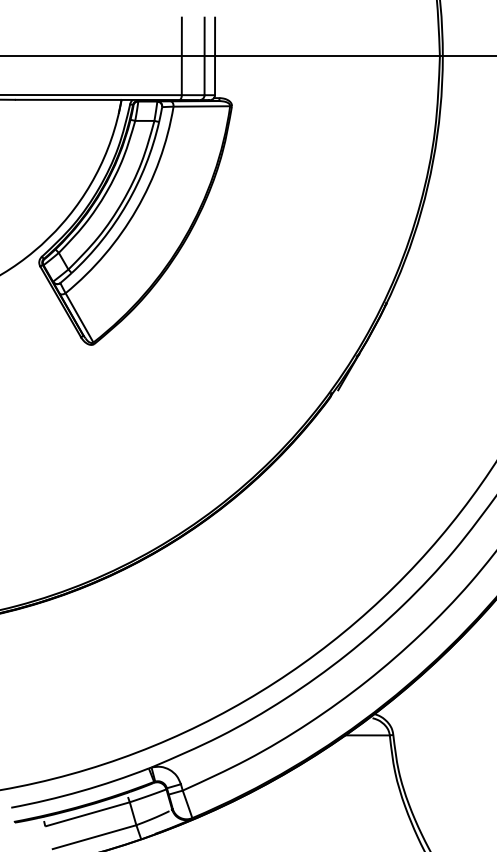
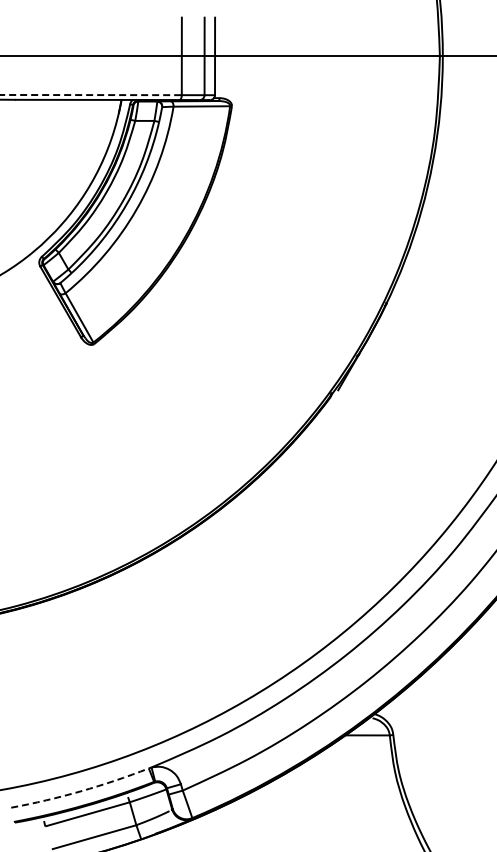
line at (90, 95): solid -> dashed
arc at (80, 791): solid -> dashed
